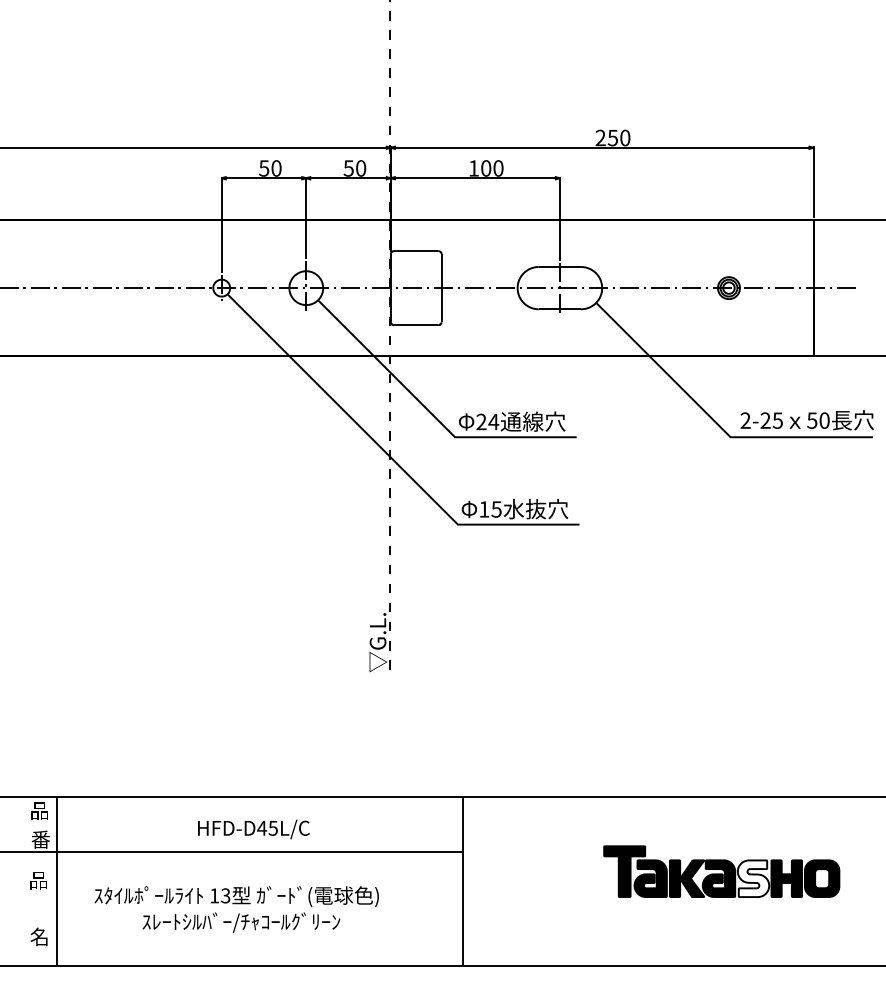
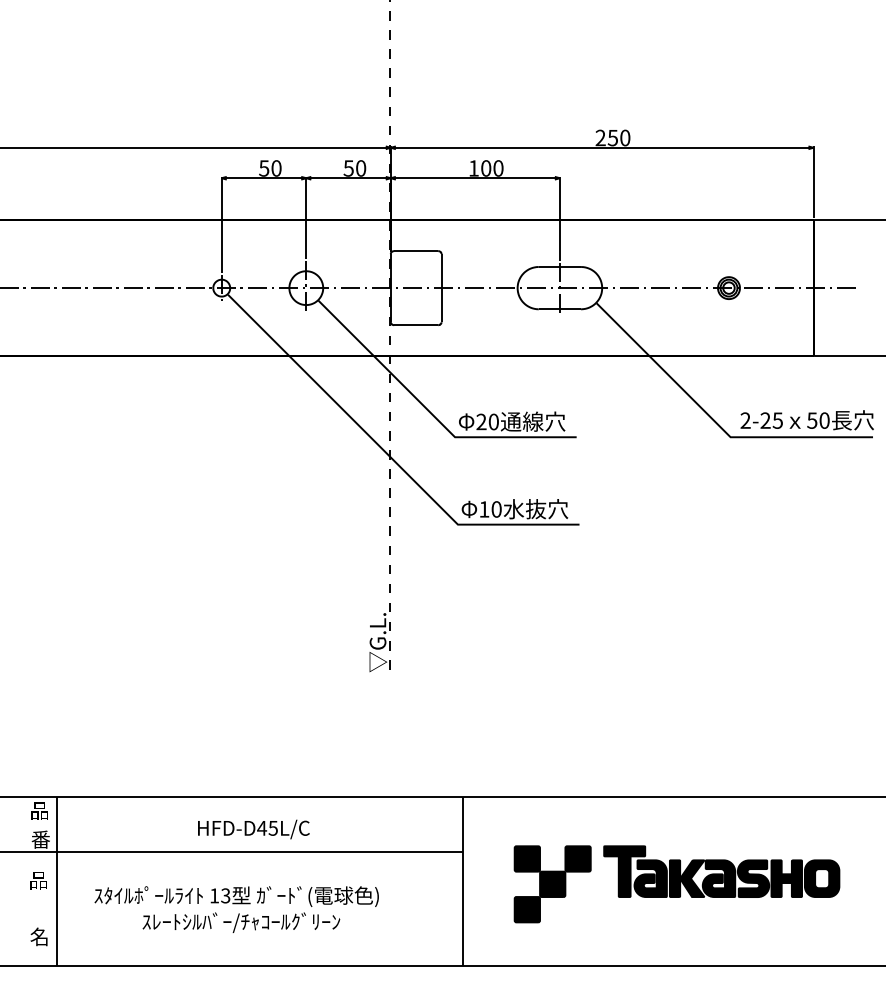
text at (493, 421): 24 -> 20
text at (496, 509): 15 -> 10
fill at (753, 878): none -> present
part at (552, 884): none -> present
